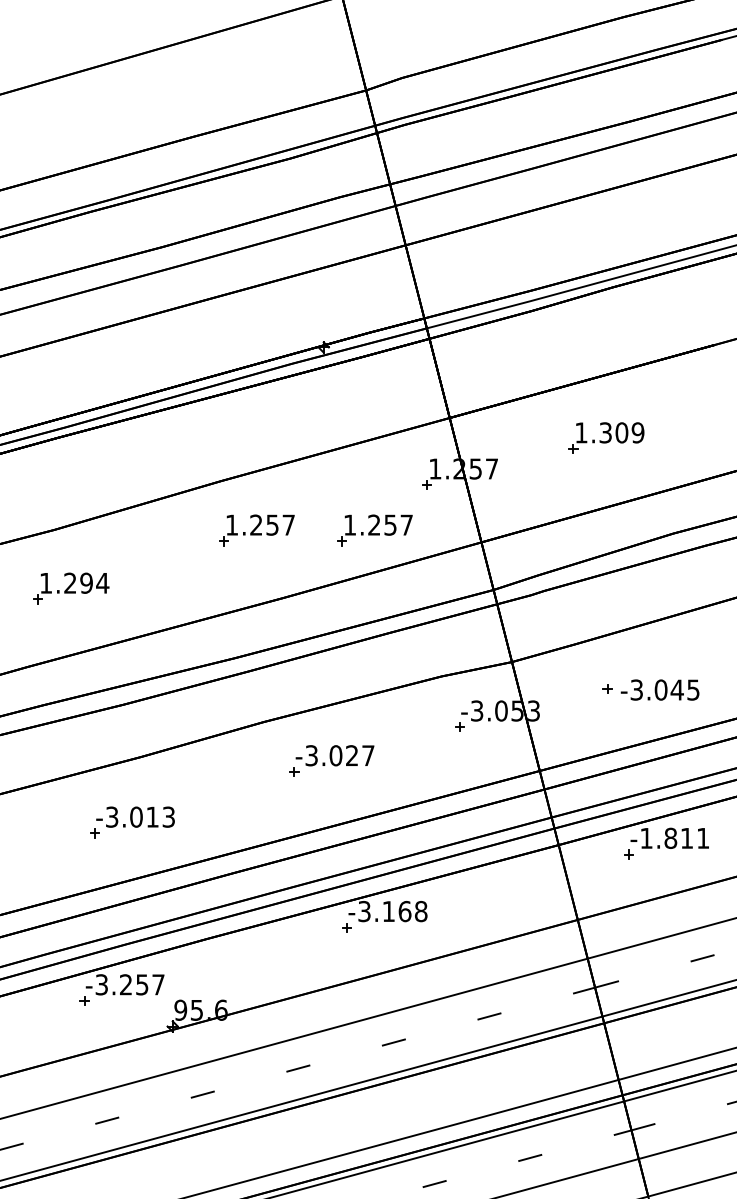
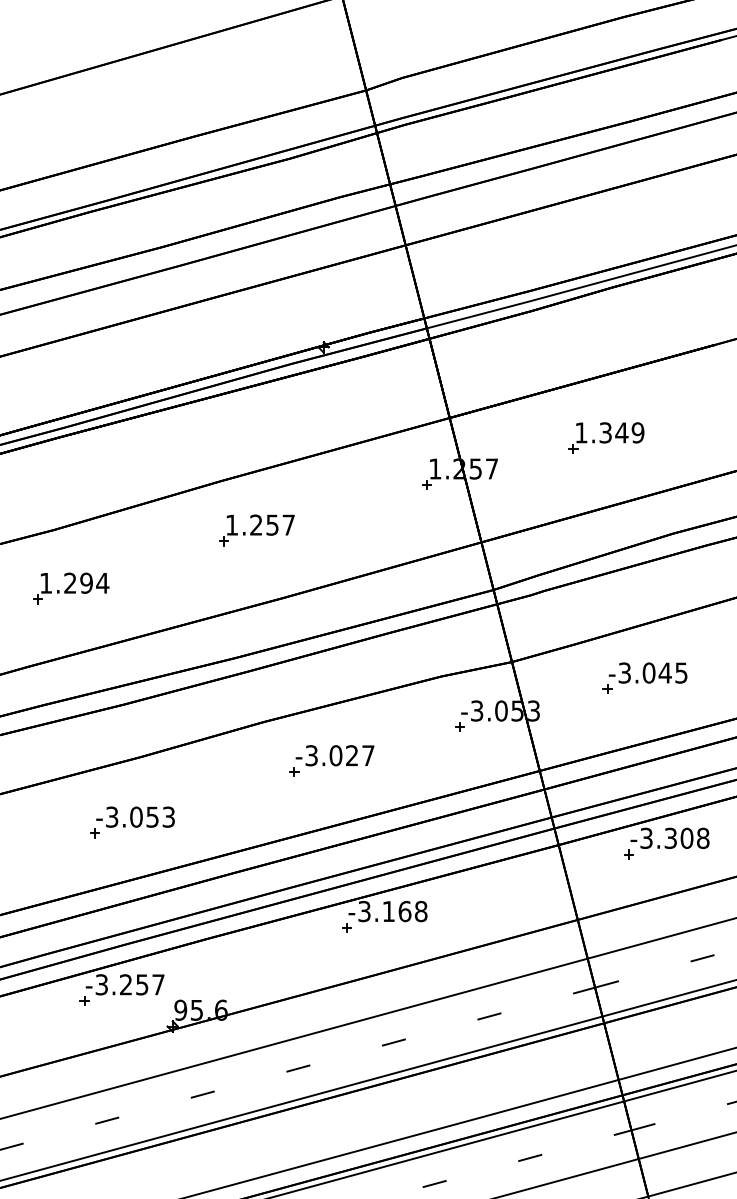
text at (621, 432): 1.309 -> 1.349
part at (374, 530): present -> none
text at (659, 689) position: (659, 689) -> (647, 672)
text at (152, 816): -3.013 -> -3.053
text at (674, 837): -1.811 -> -3.308
